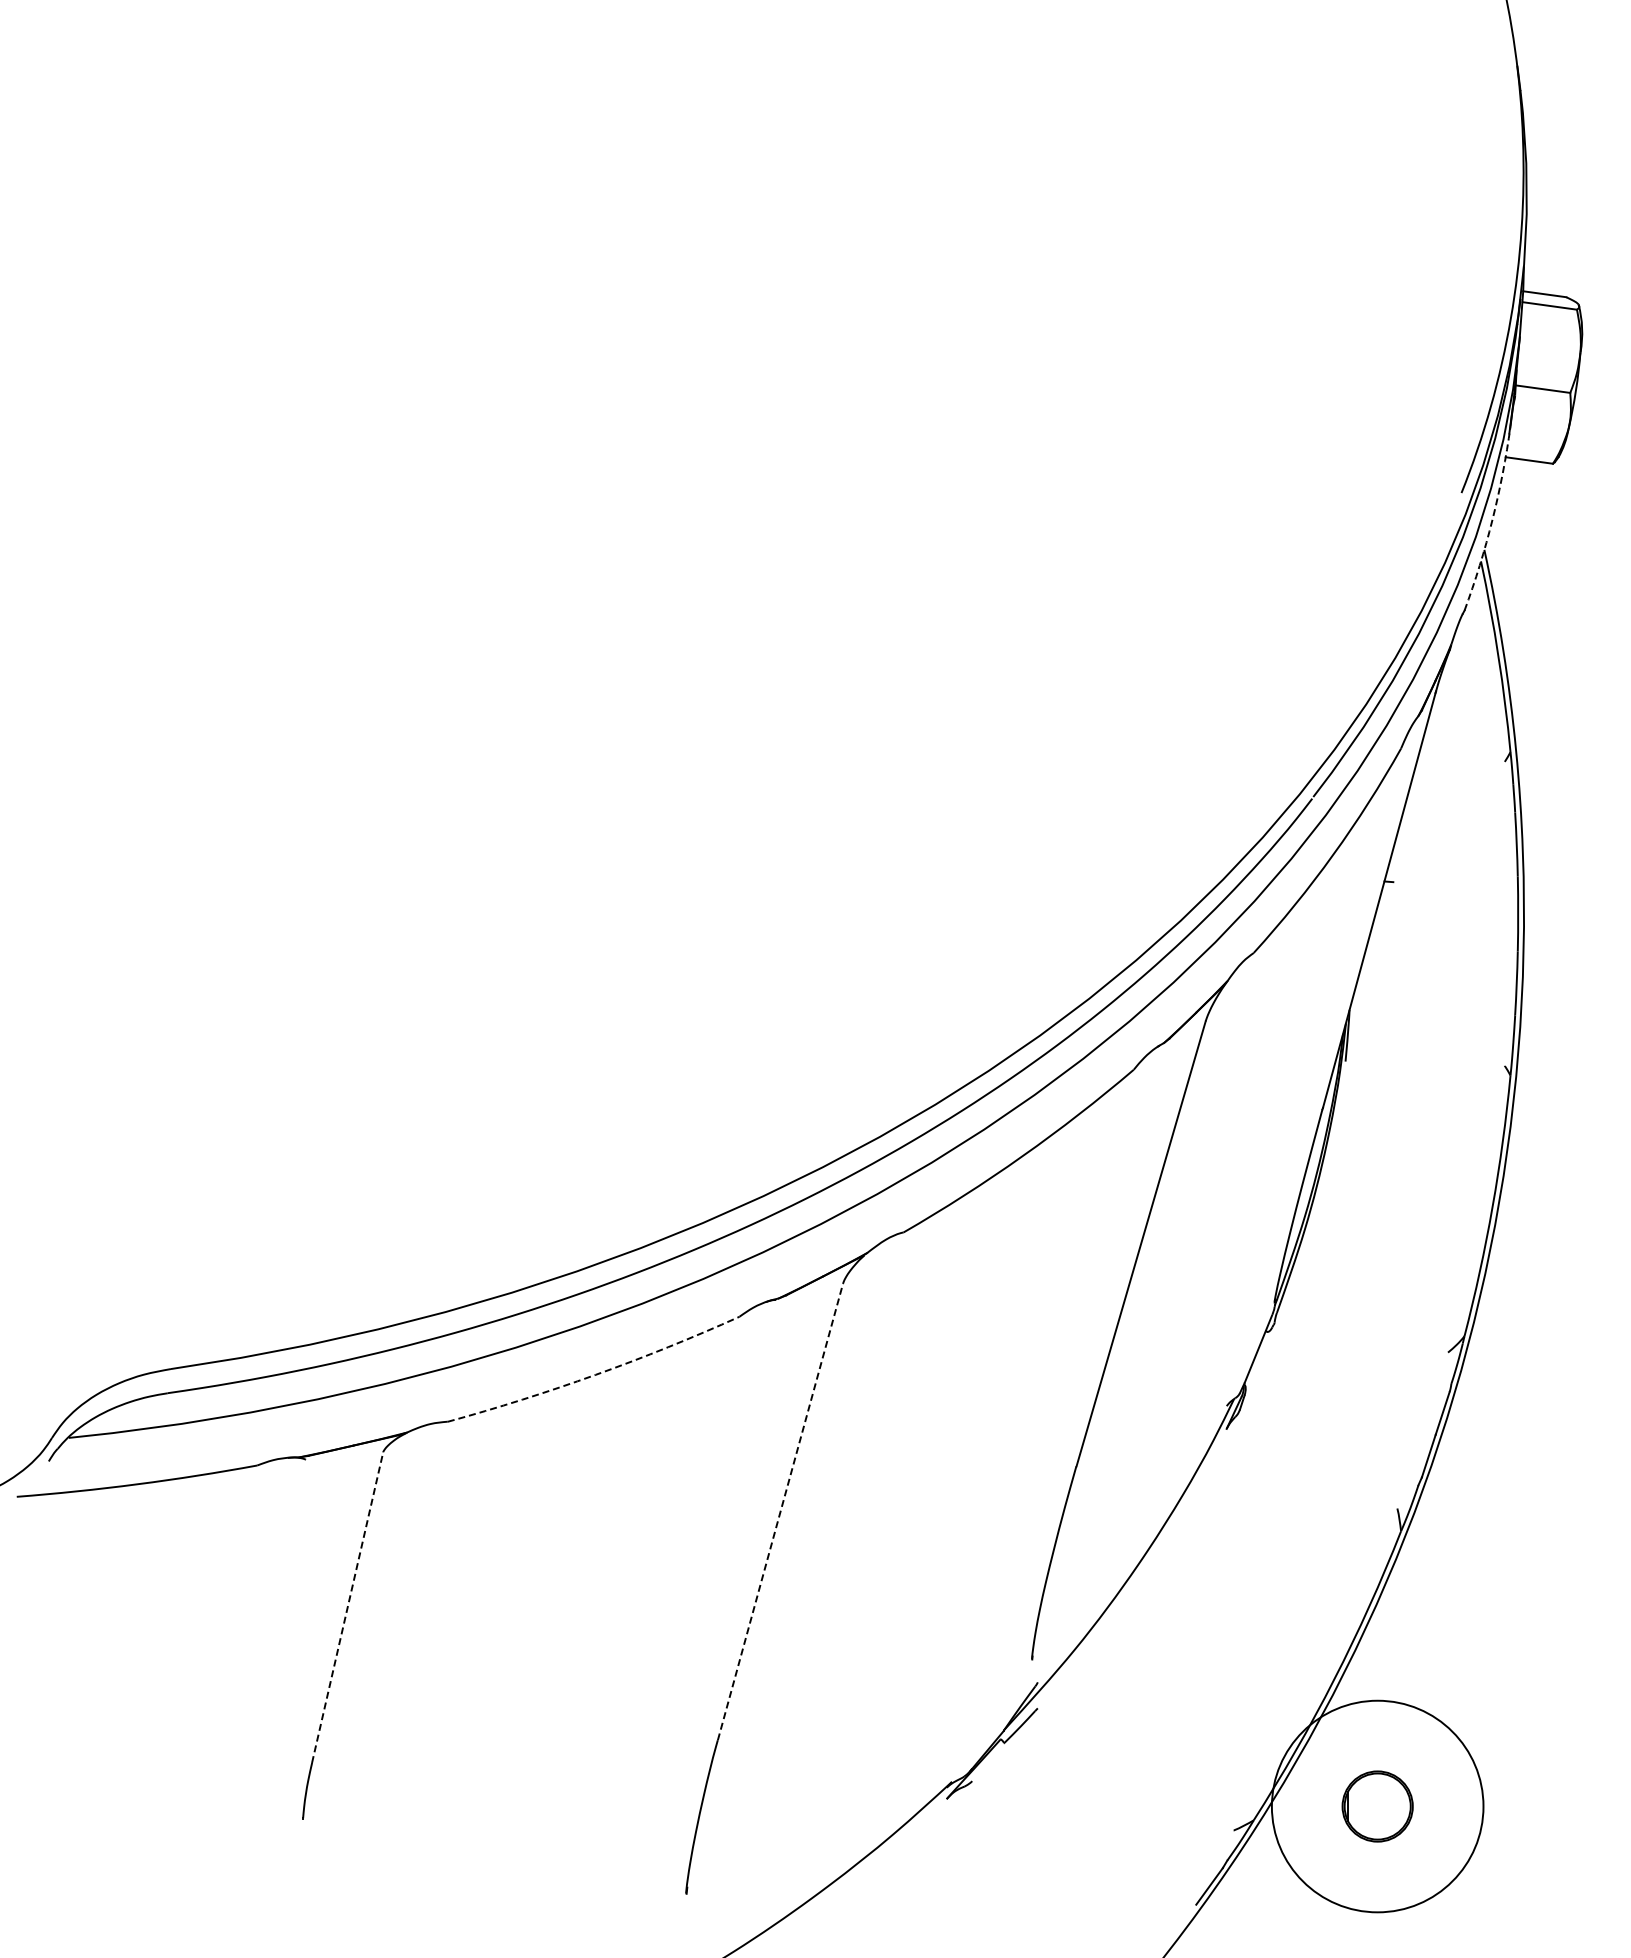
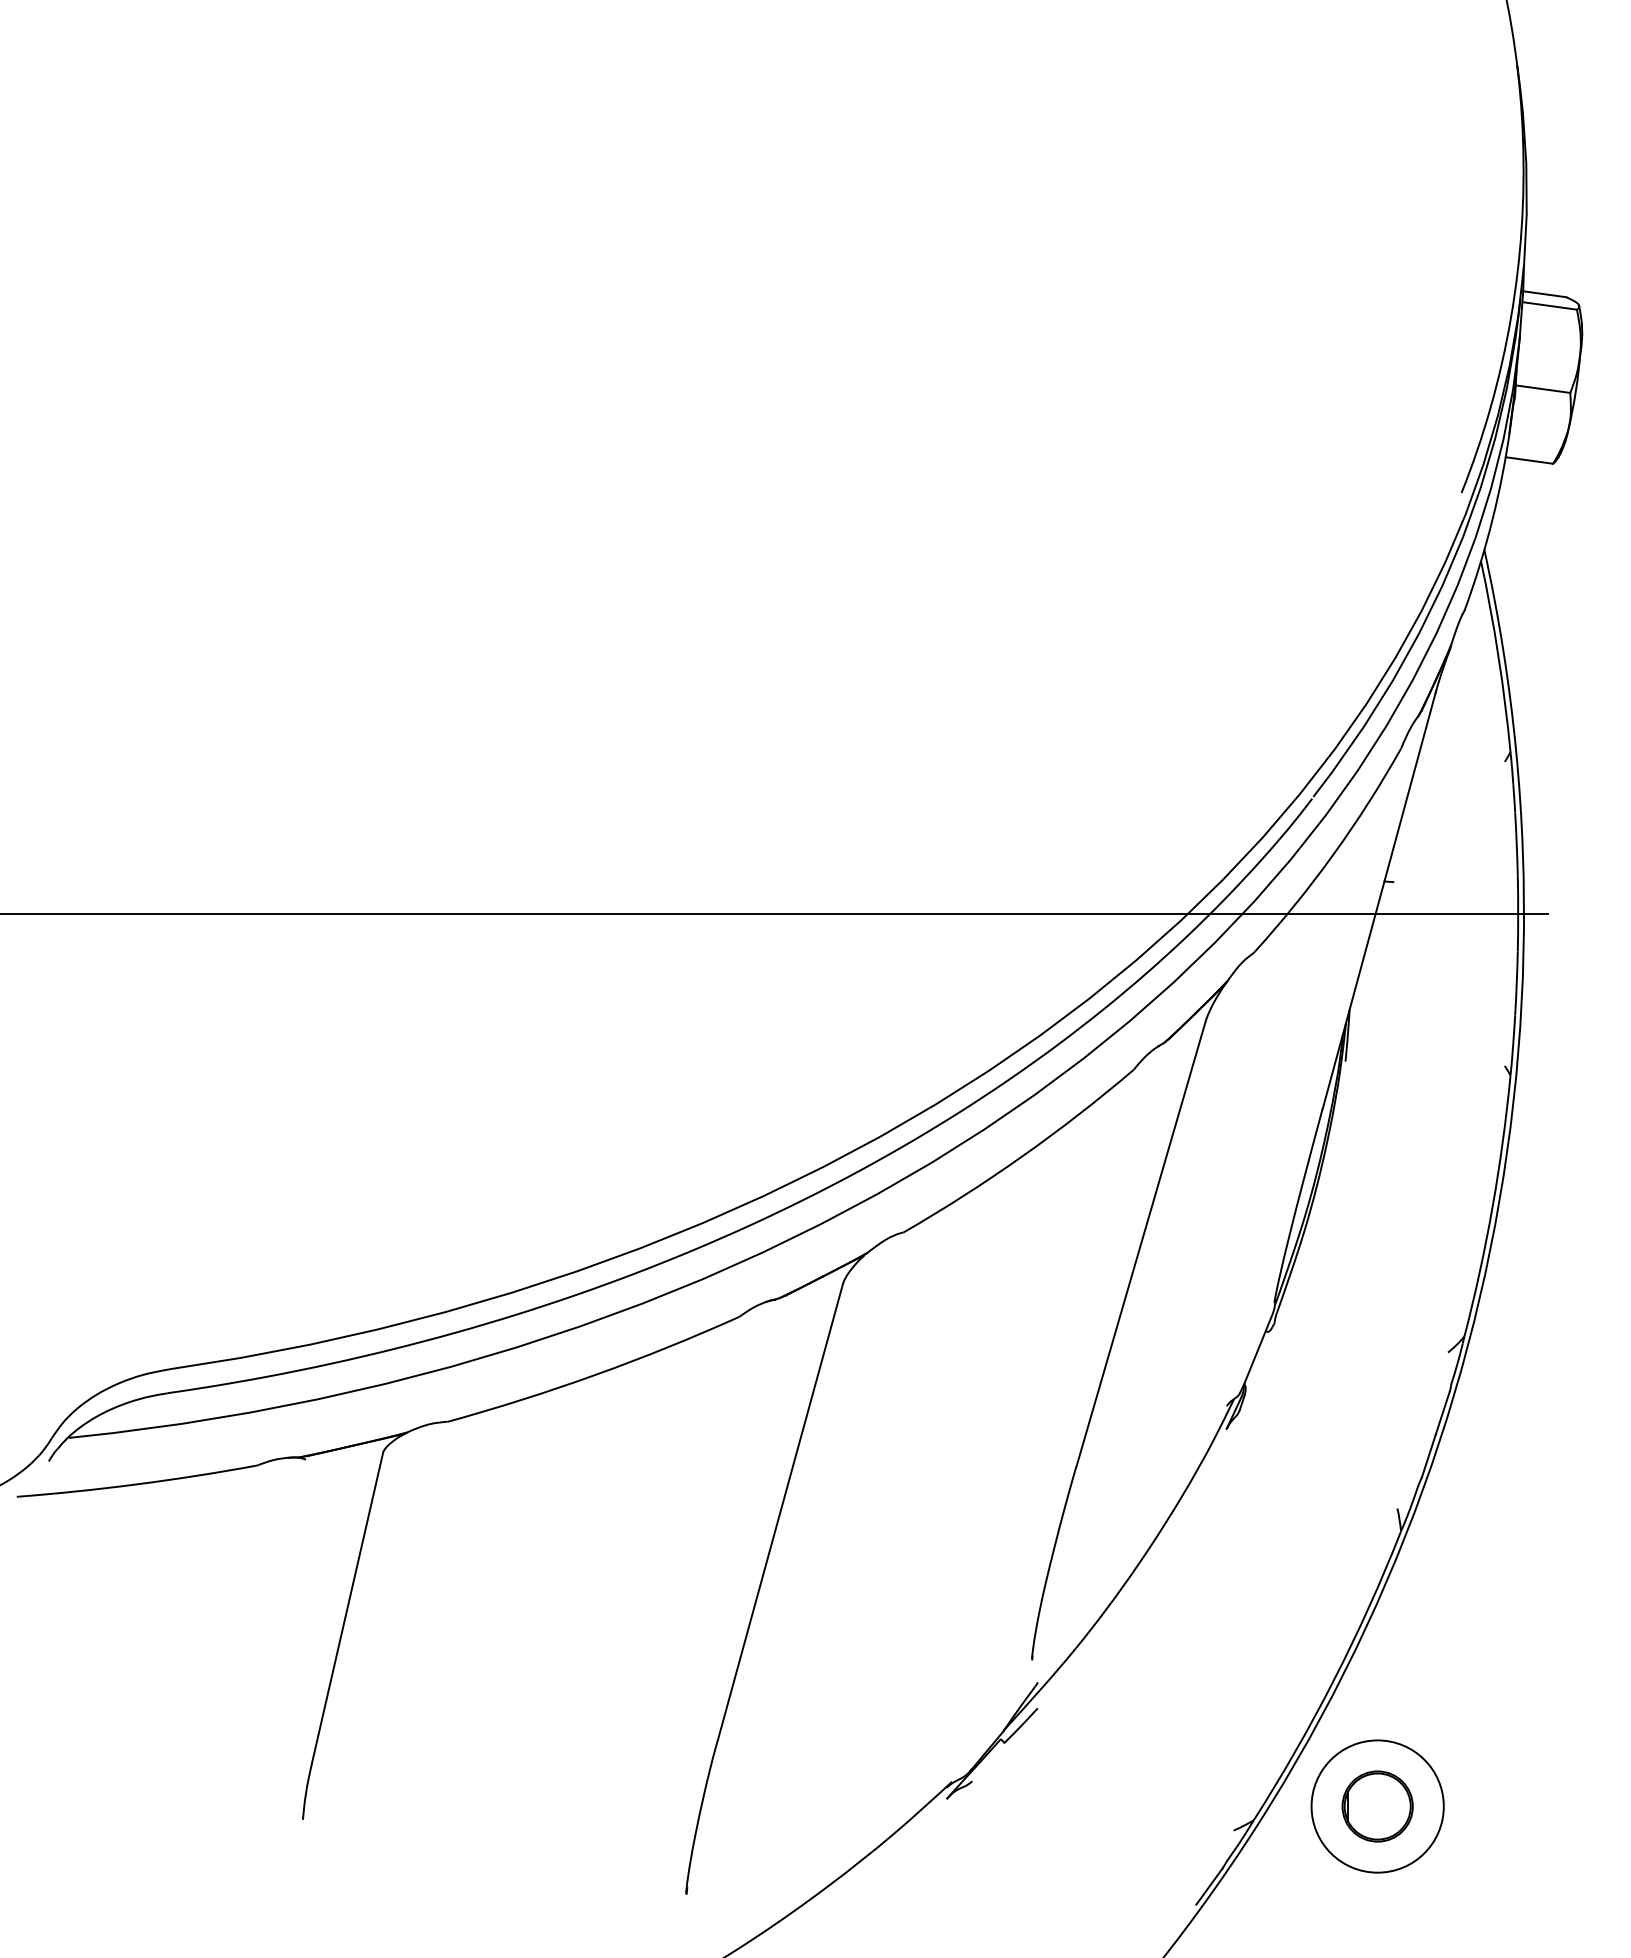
arc at (1492, 519): dashed -> solid
line at (774, 913): none -> present
arc at (595, 1374): dashed -> solid
line at (780, 1512): dashed -> solid
line at (347, 1607): dashed -> solid
circle at (1377, 1806) diameter: 212 px -> 132 px
